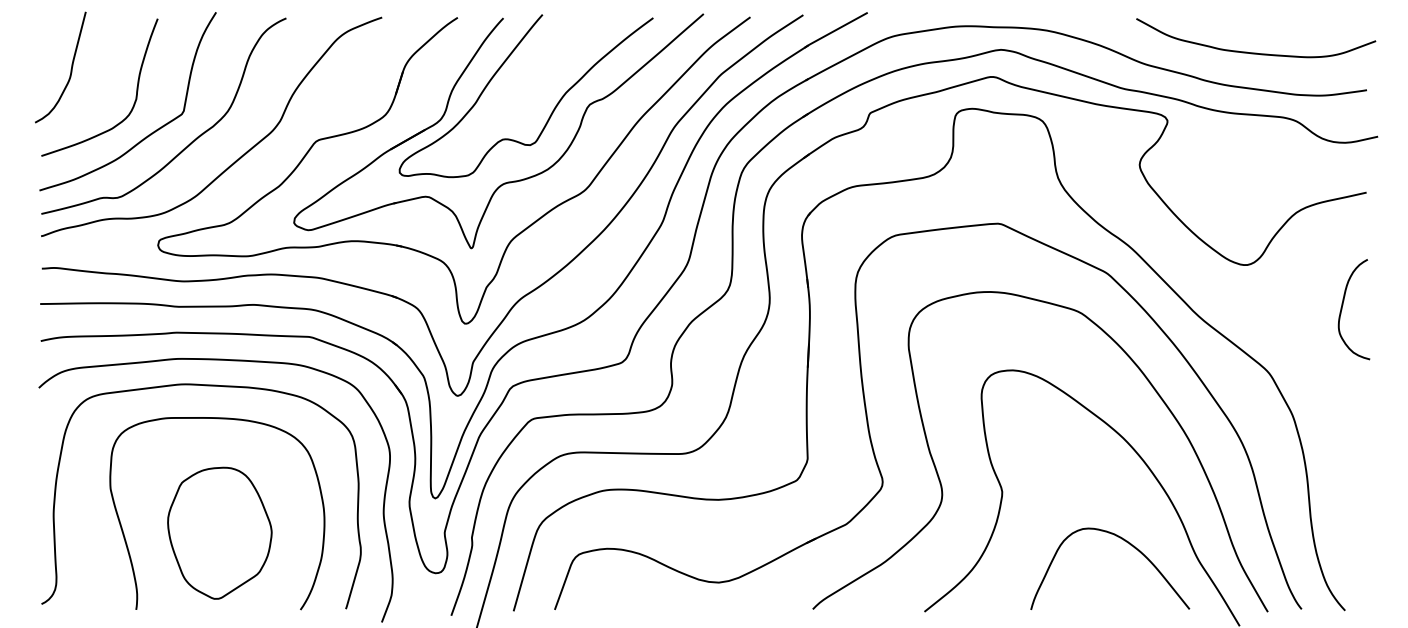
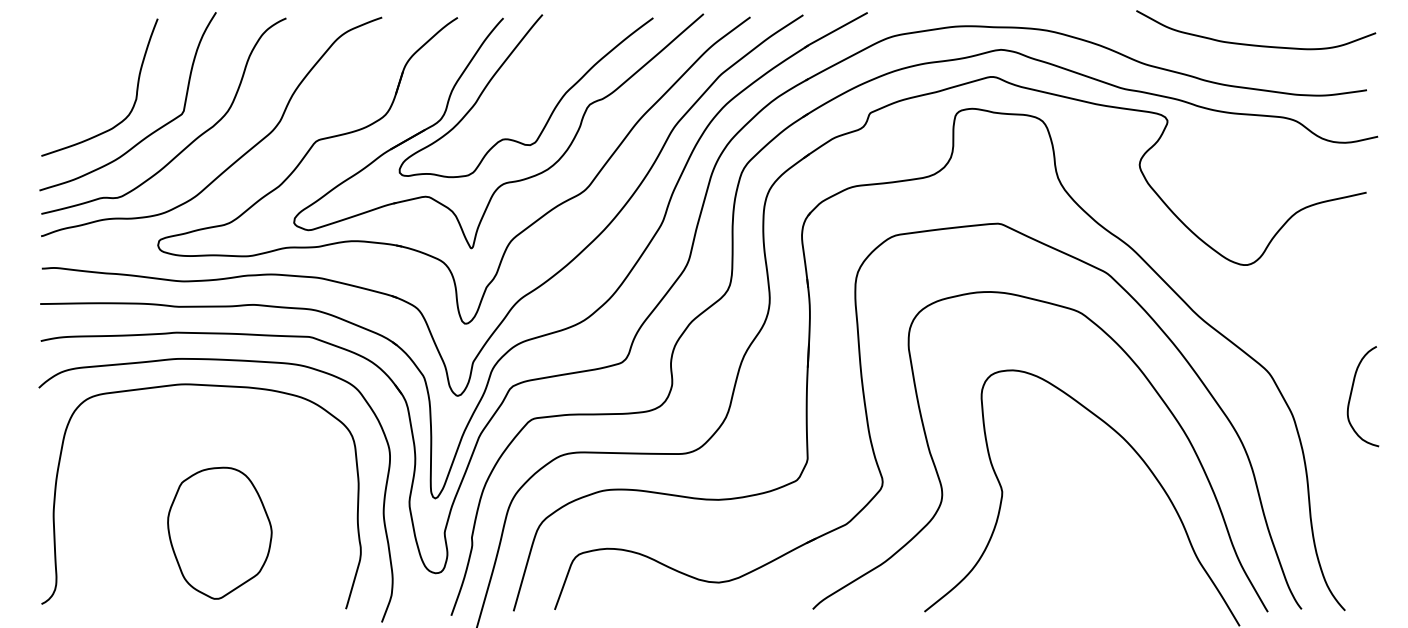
curve at (1256, 52) position: (1256, 52) -> (1256, 44)
curve at (70, 69): present -> none
curve at (1343, 305) position: (1343, 305) -> (1352, 392)
curve at (218, 419): present -> none
curve at (1127, 543): present -> none
